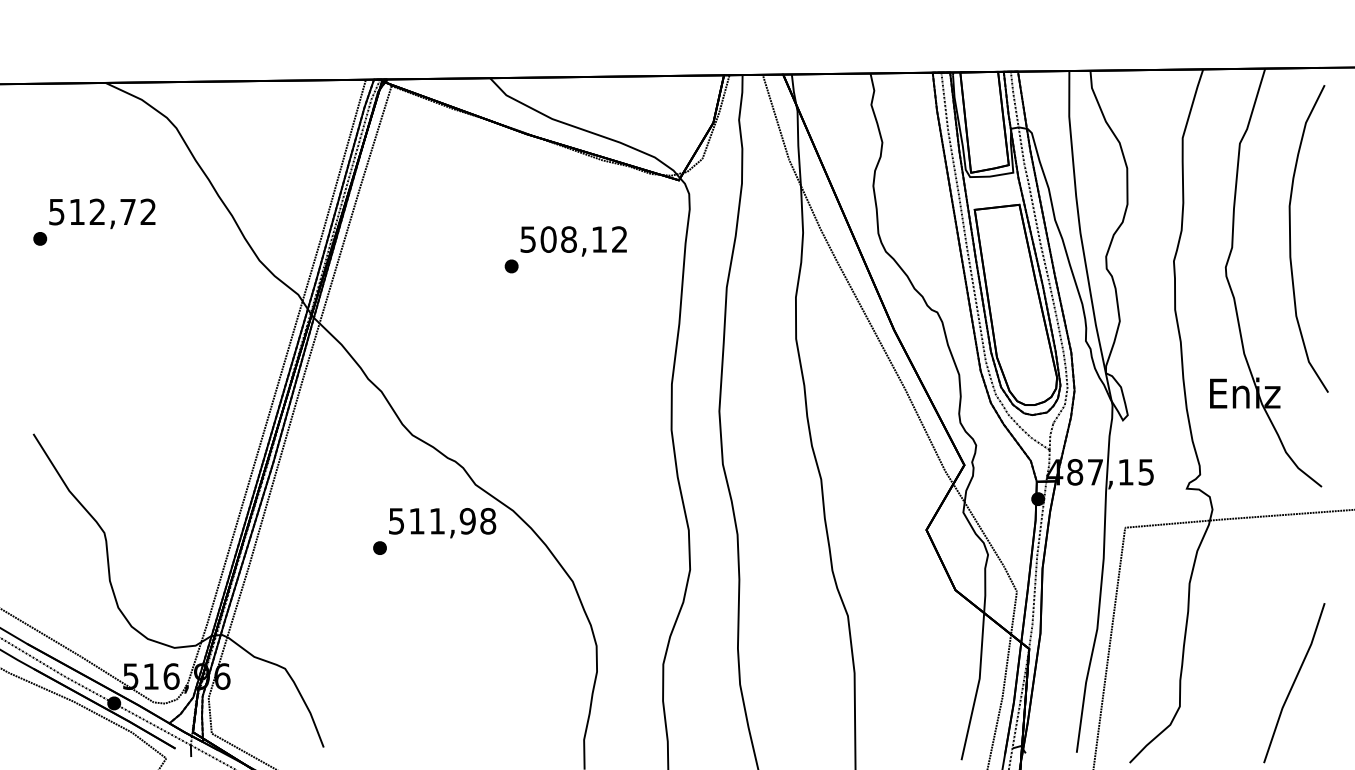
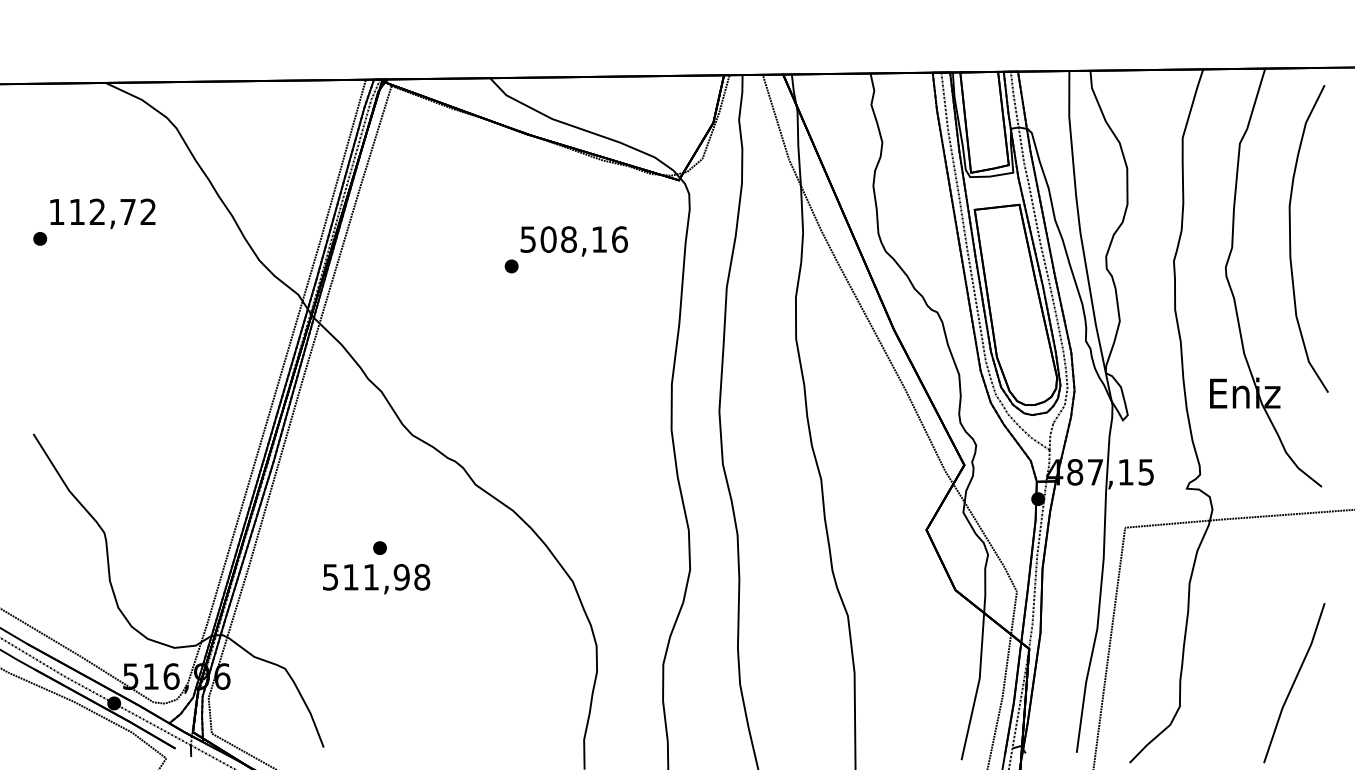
text at (56, 212): 512,72 -> 112,72
text at (619, 239): 508,12 -> 508,16
text at (442, 523) position: (442, 523) -> (376, 579)
